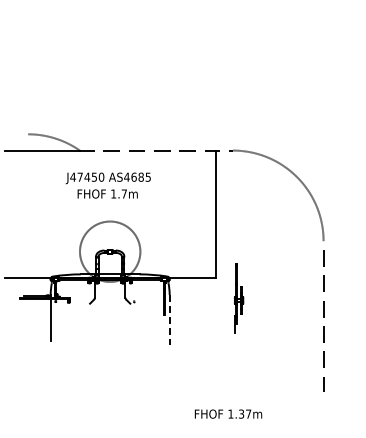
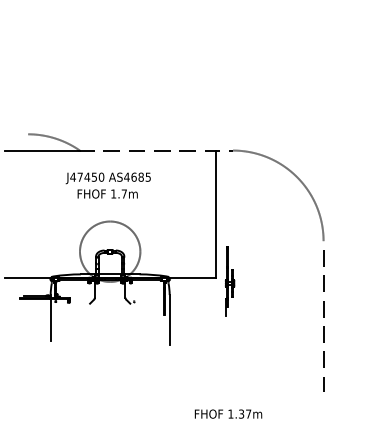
part at (239, 298) position: (239, 298) -> (230, 281)
line at (169, 319): dashed -> solid
